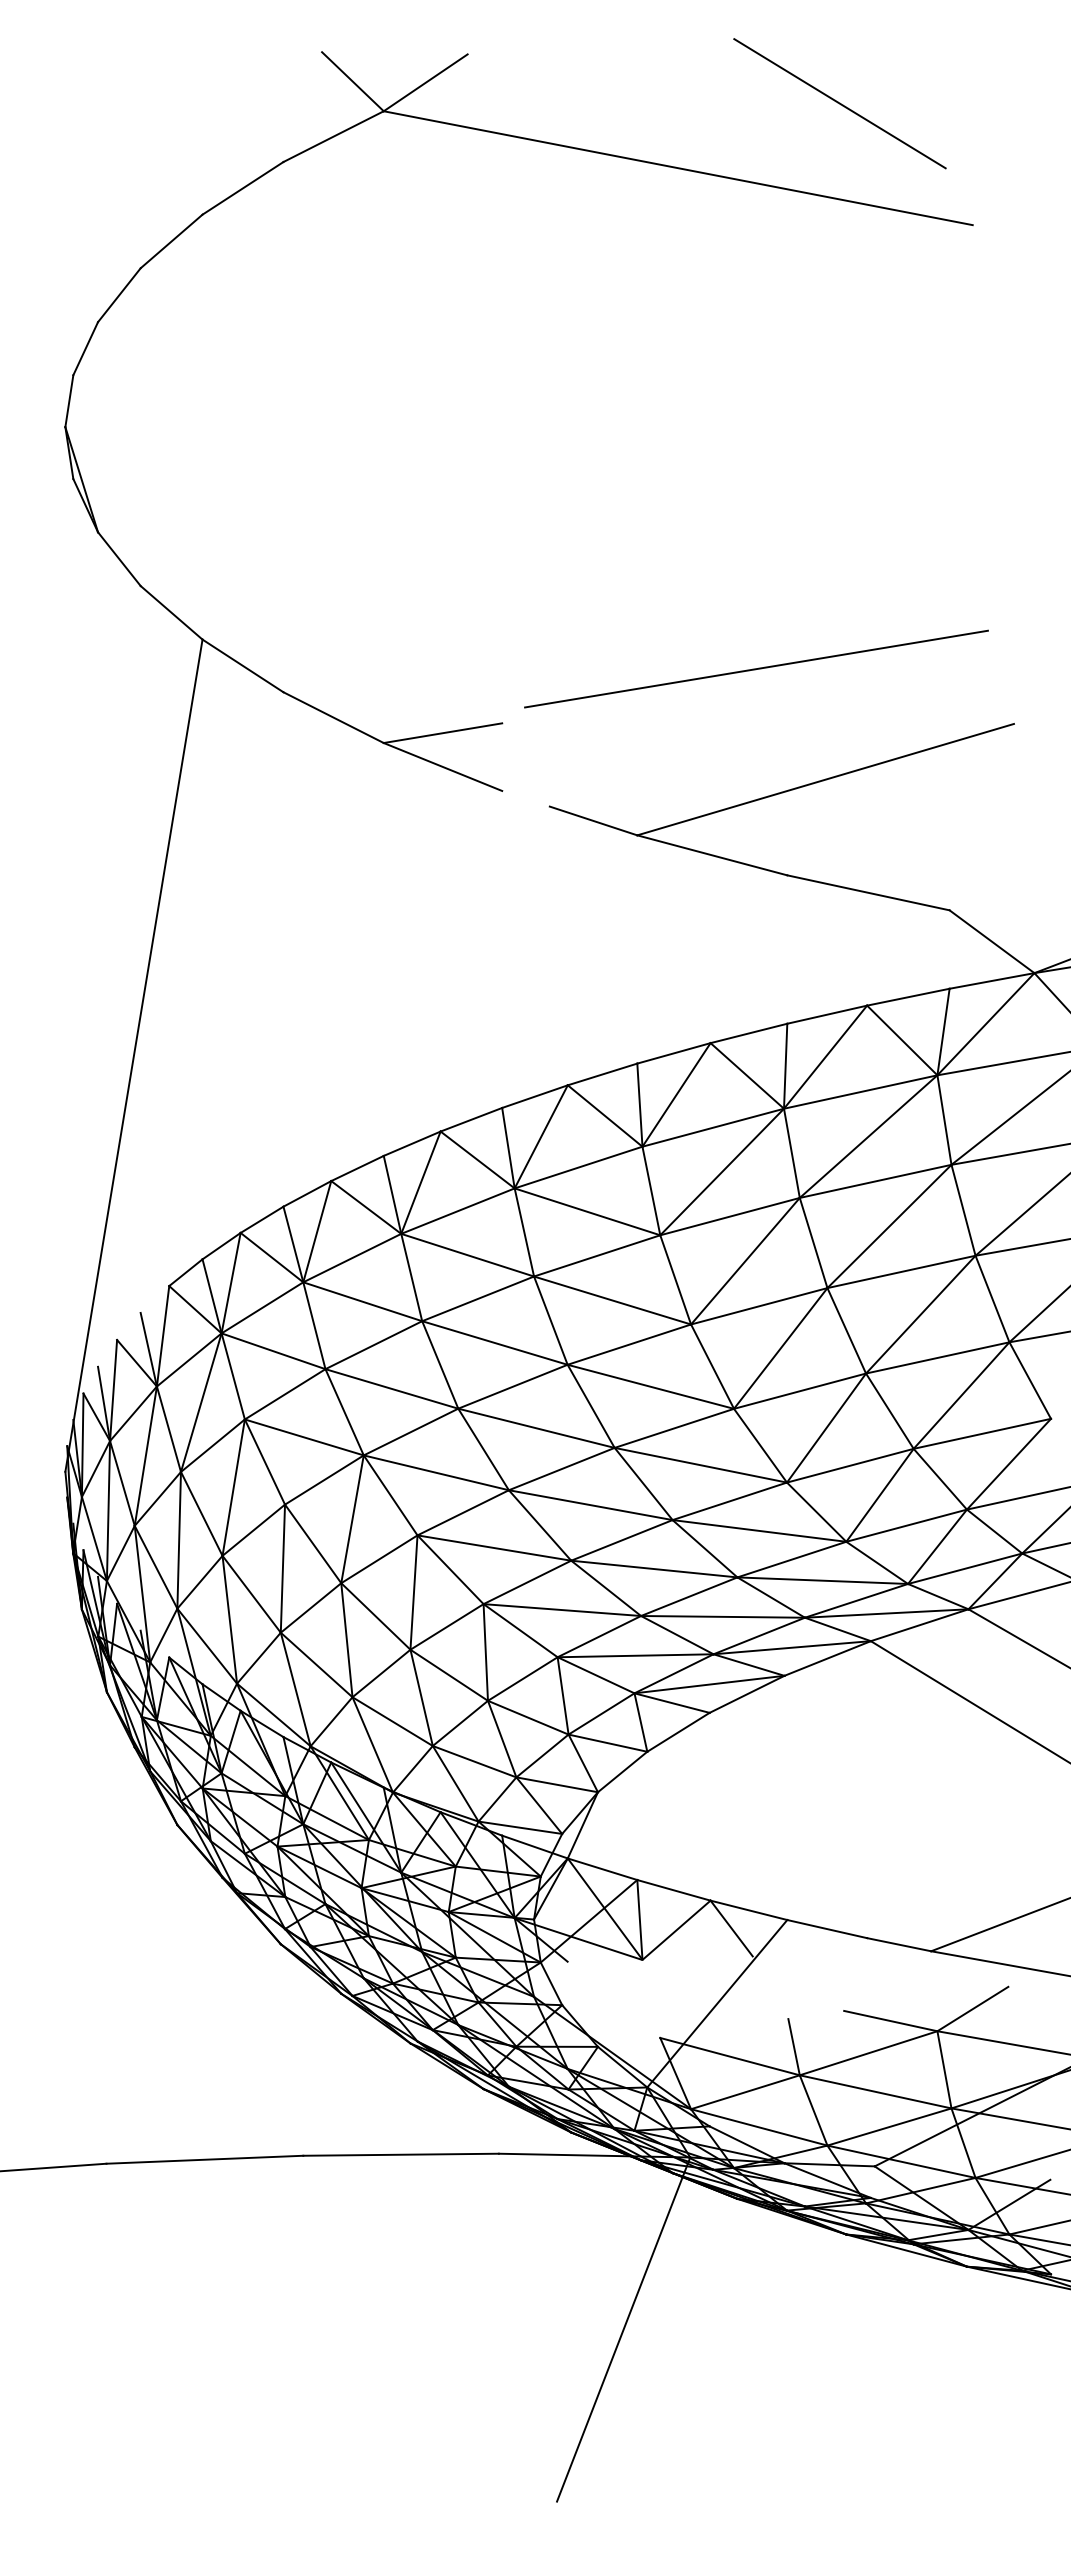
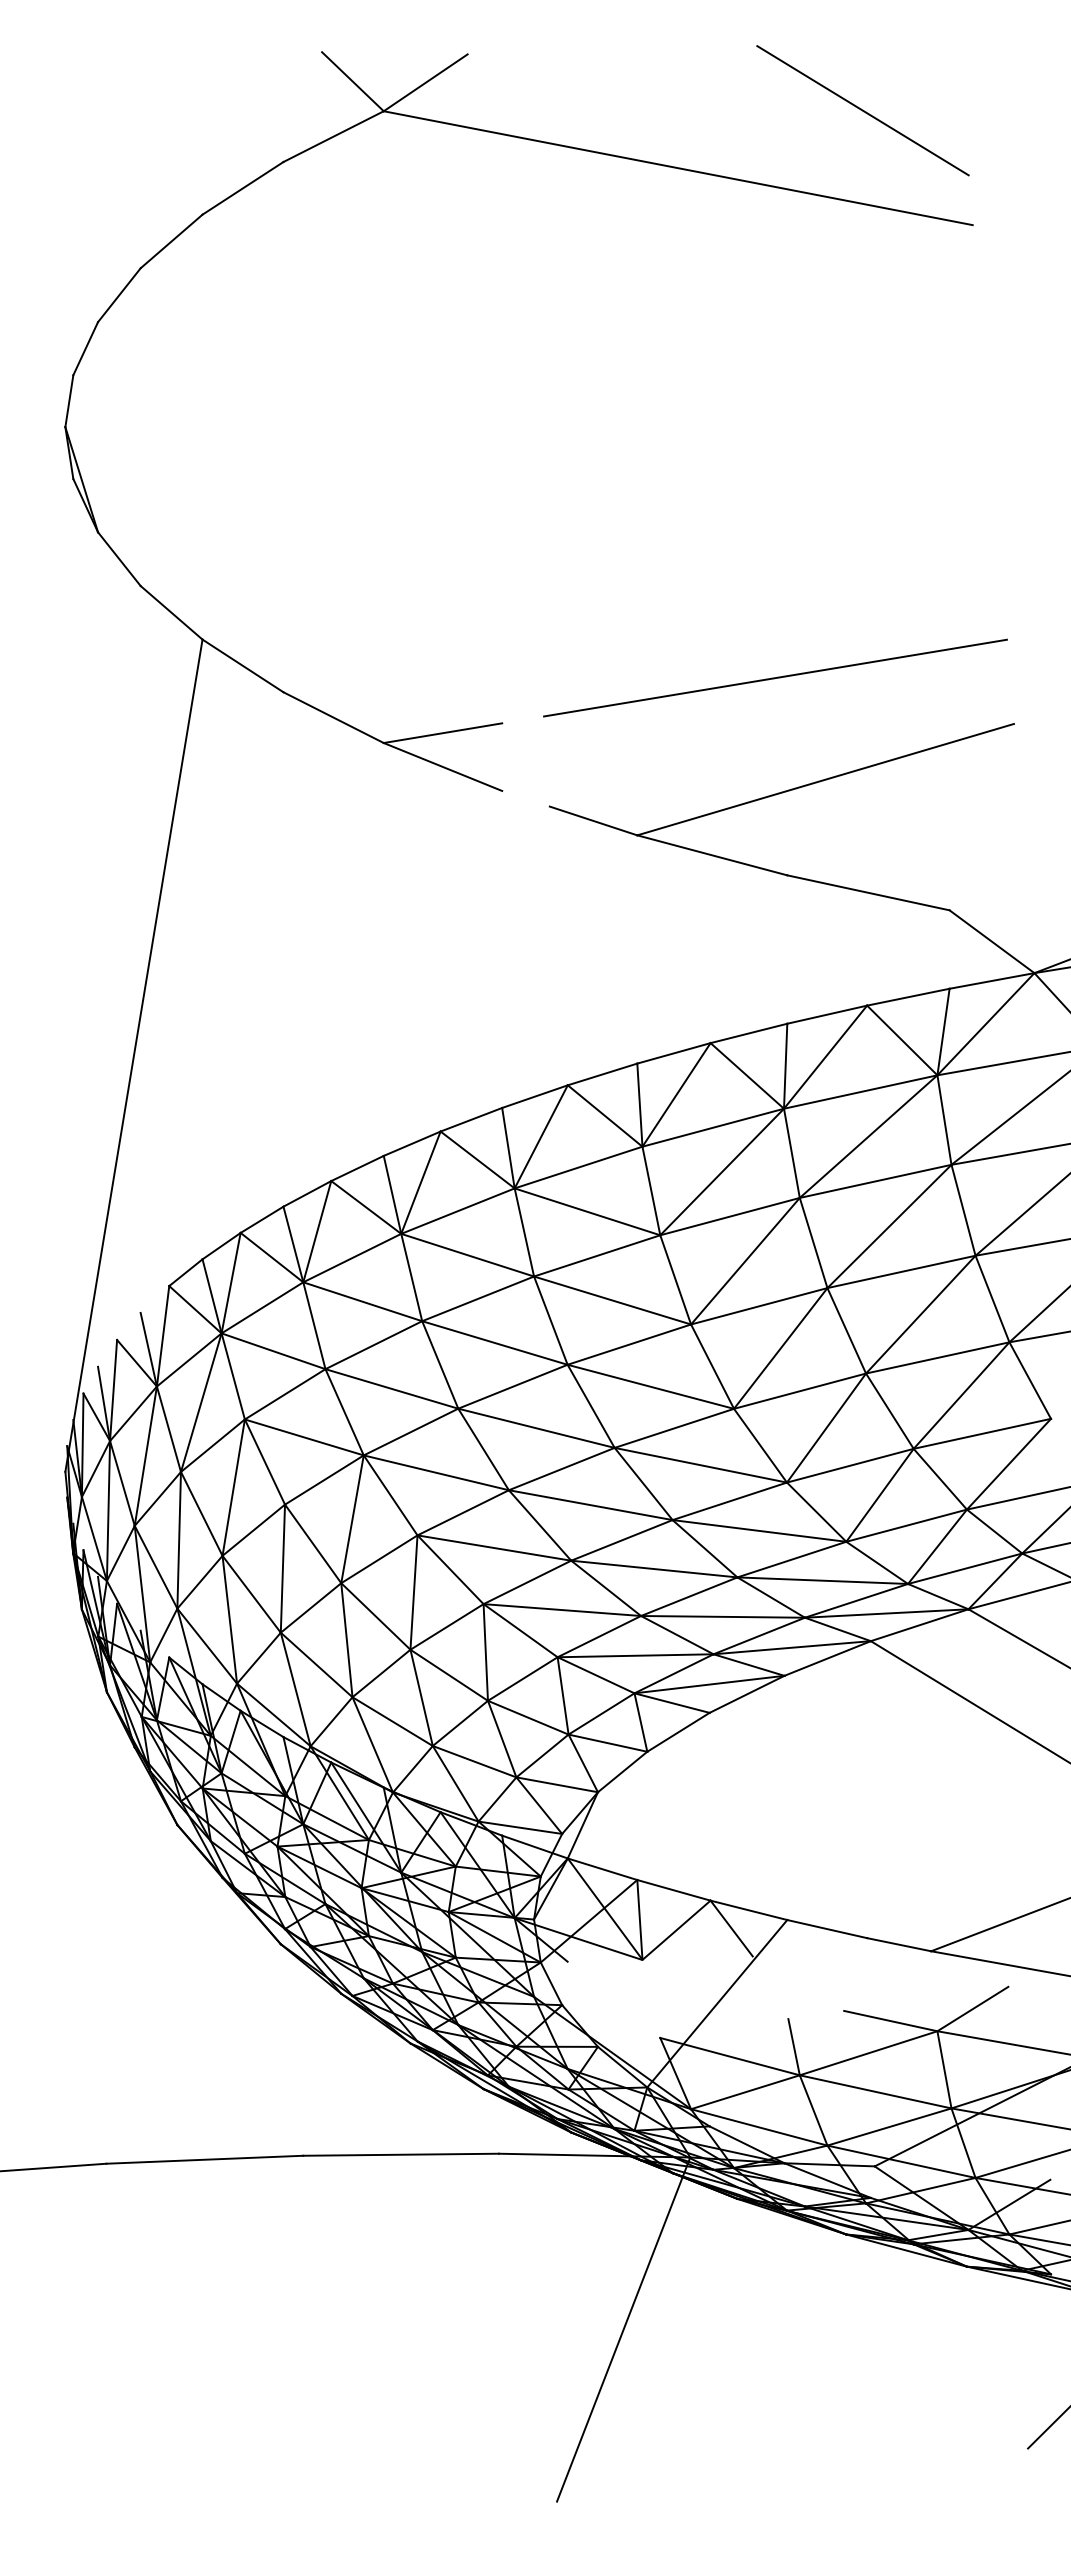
line at (839, 103) position: (839, 103) -> (862, 110)
line at (756, 668) position: (756, 668) -> (775, 677)
line at (1047, 2428): none -> present
